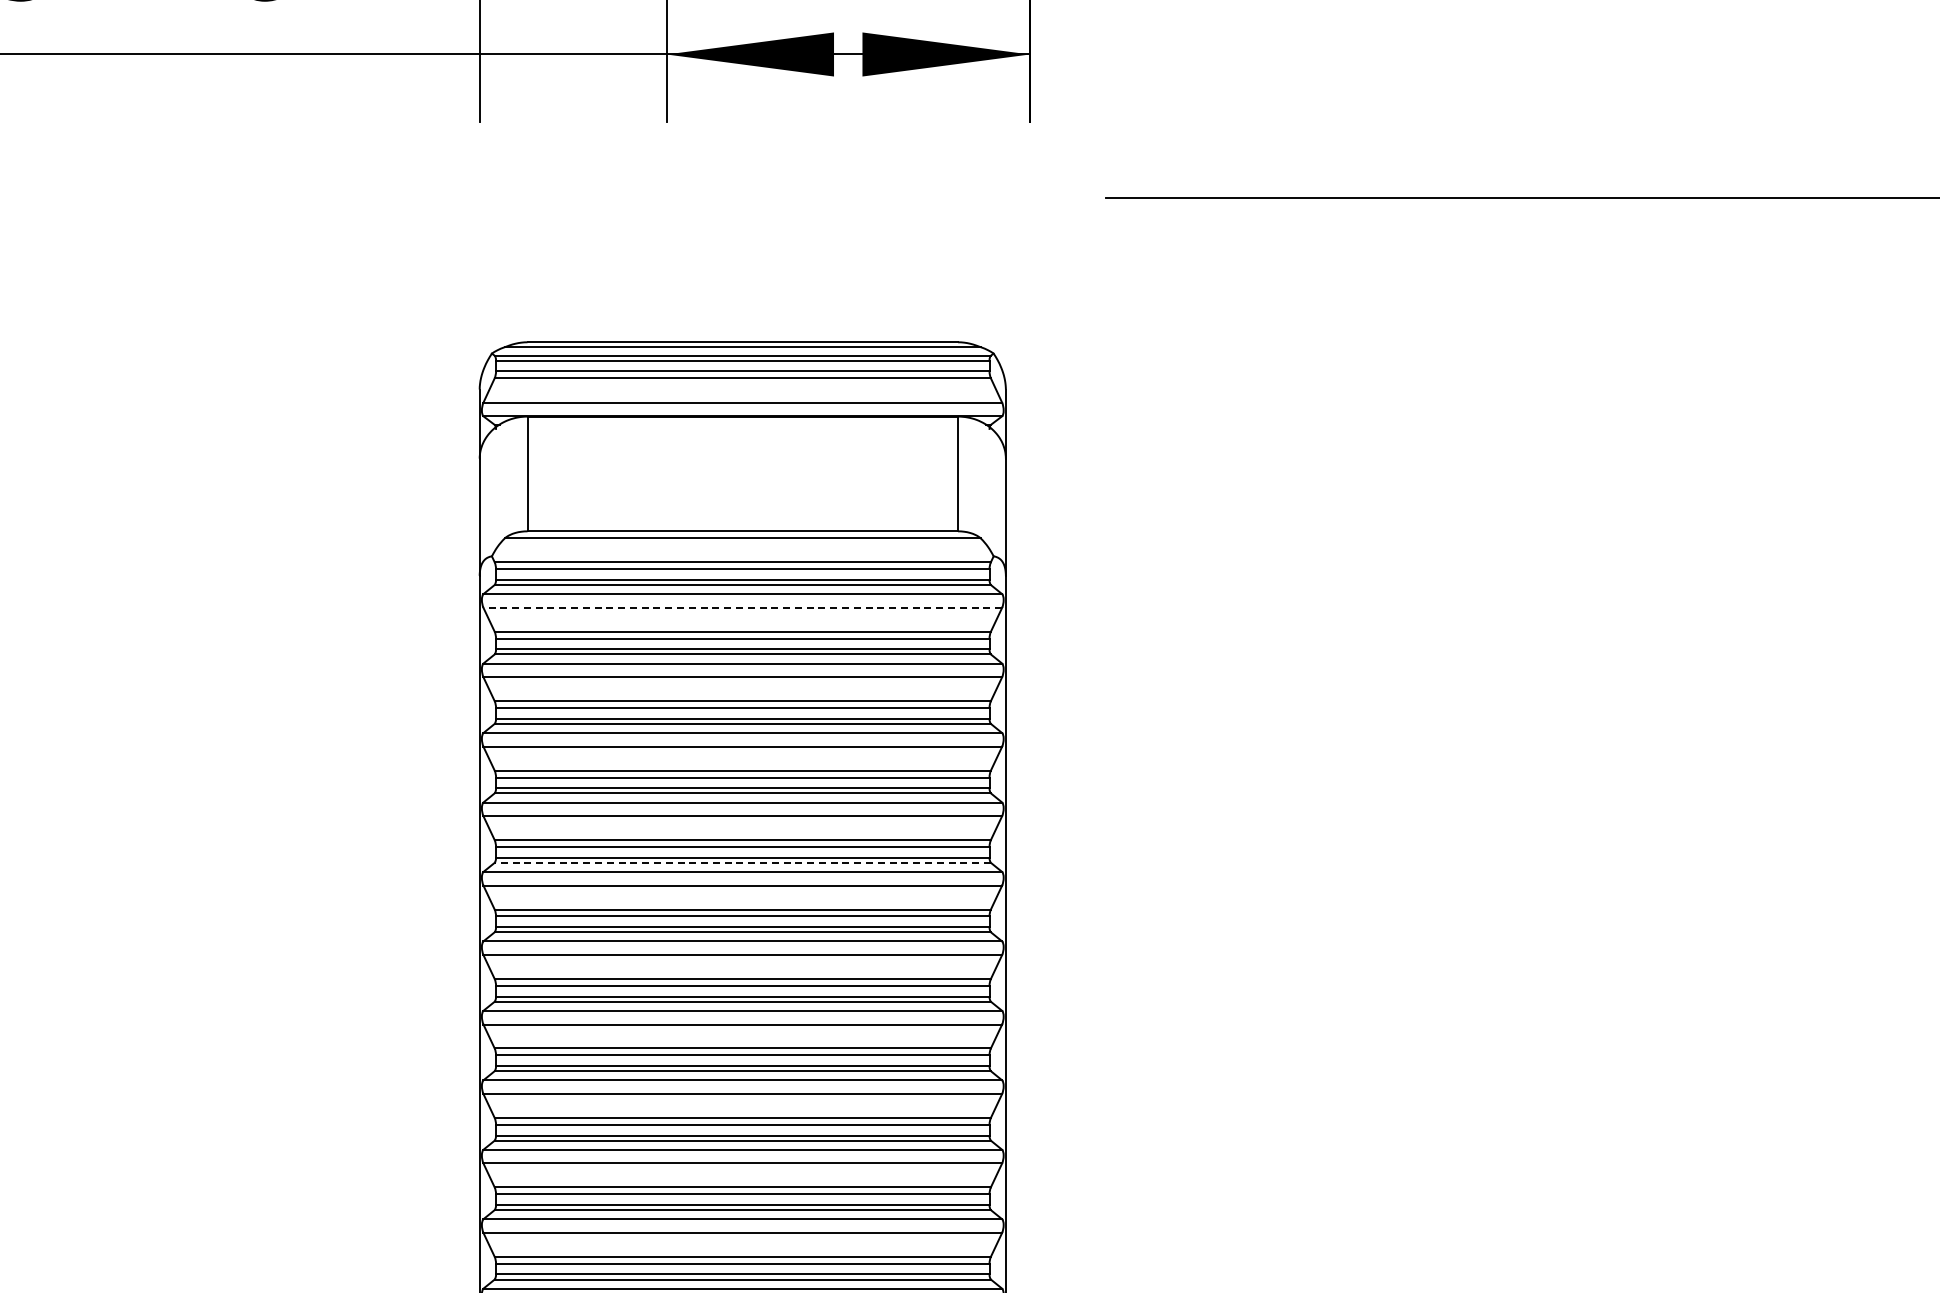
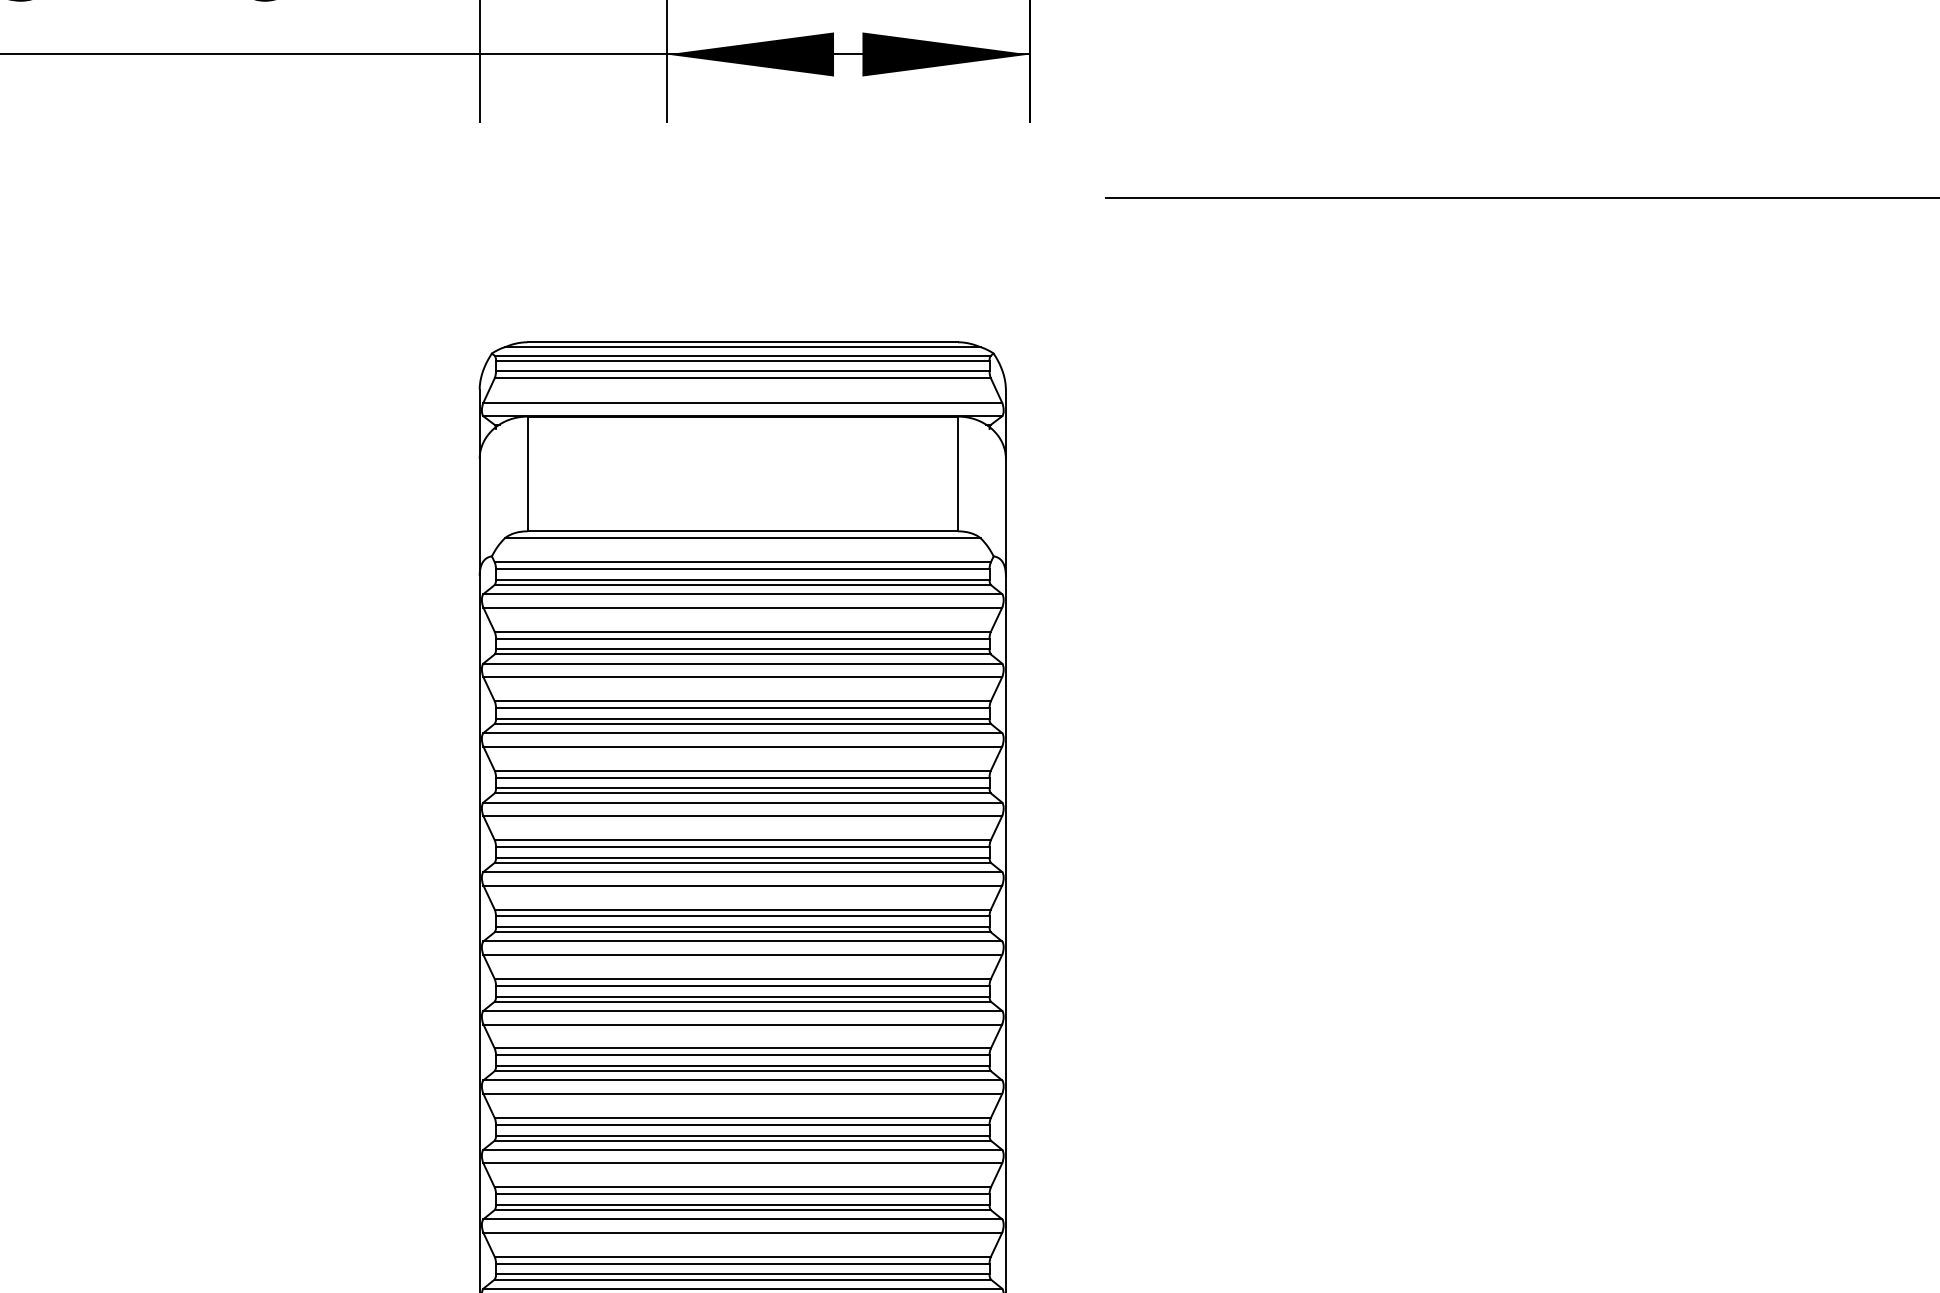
line at (742, 607): dashed -> solid
line at (742, 862): dashed -> solid
